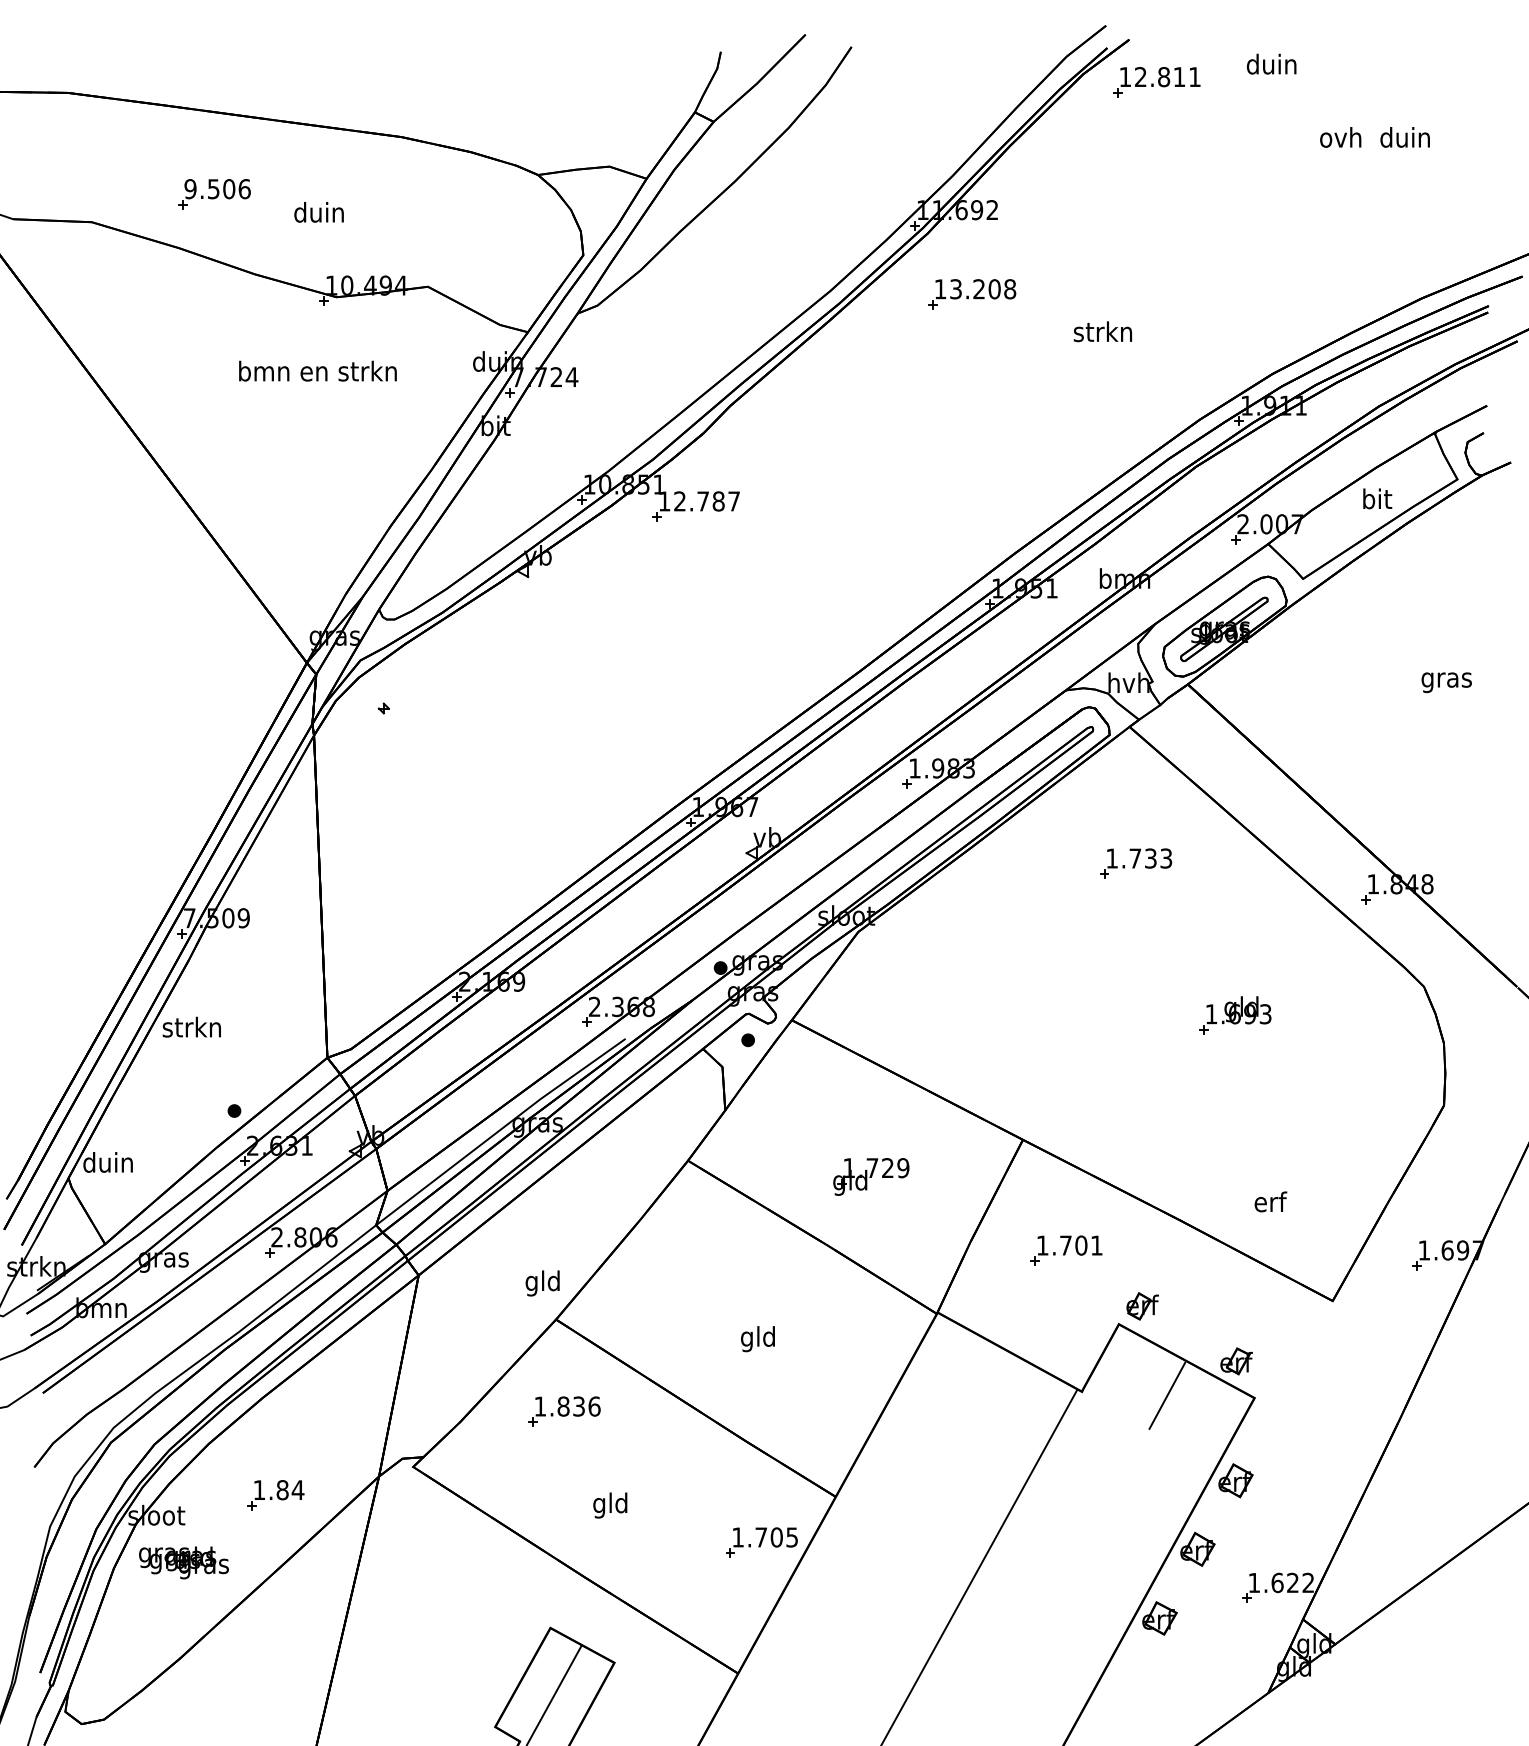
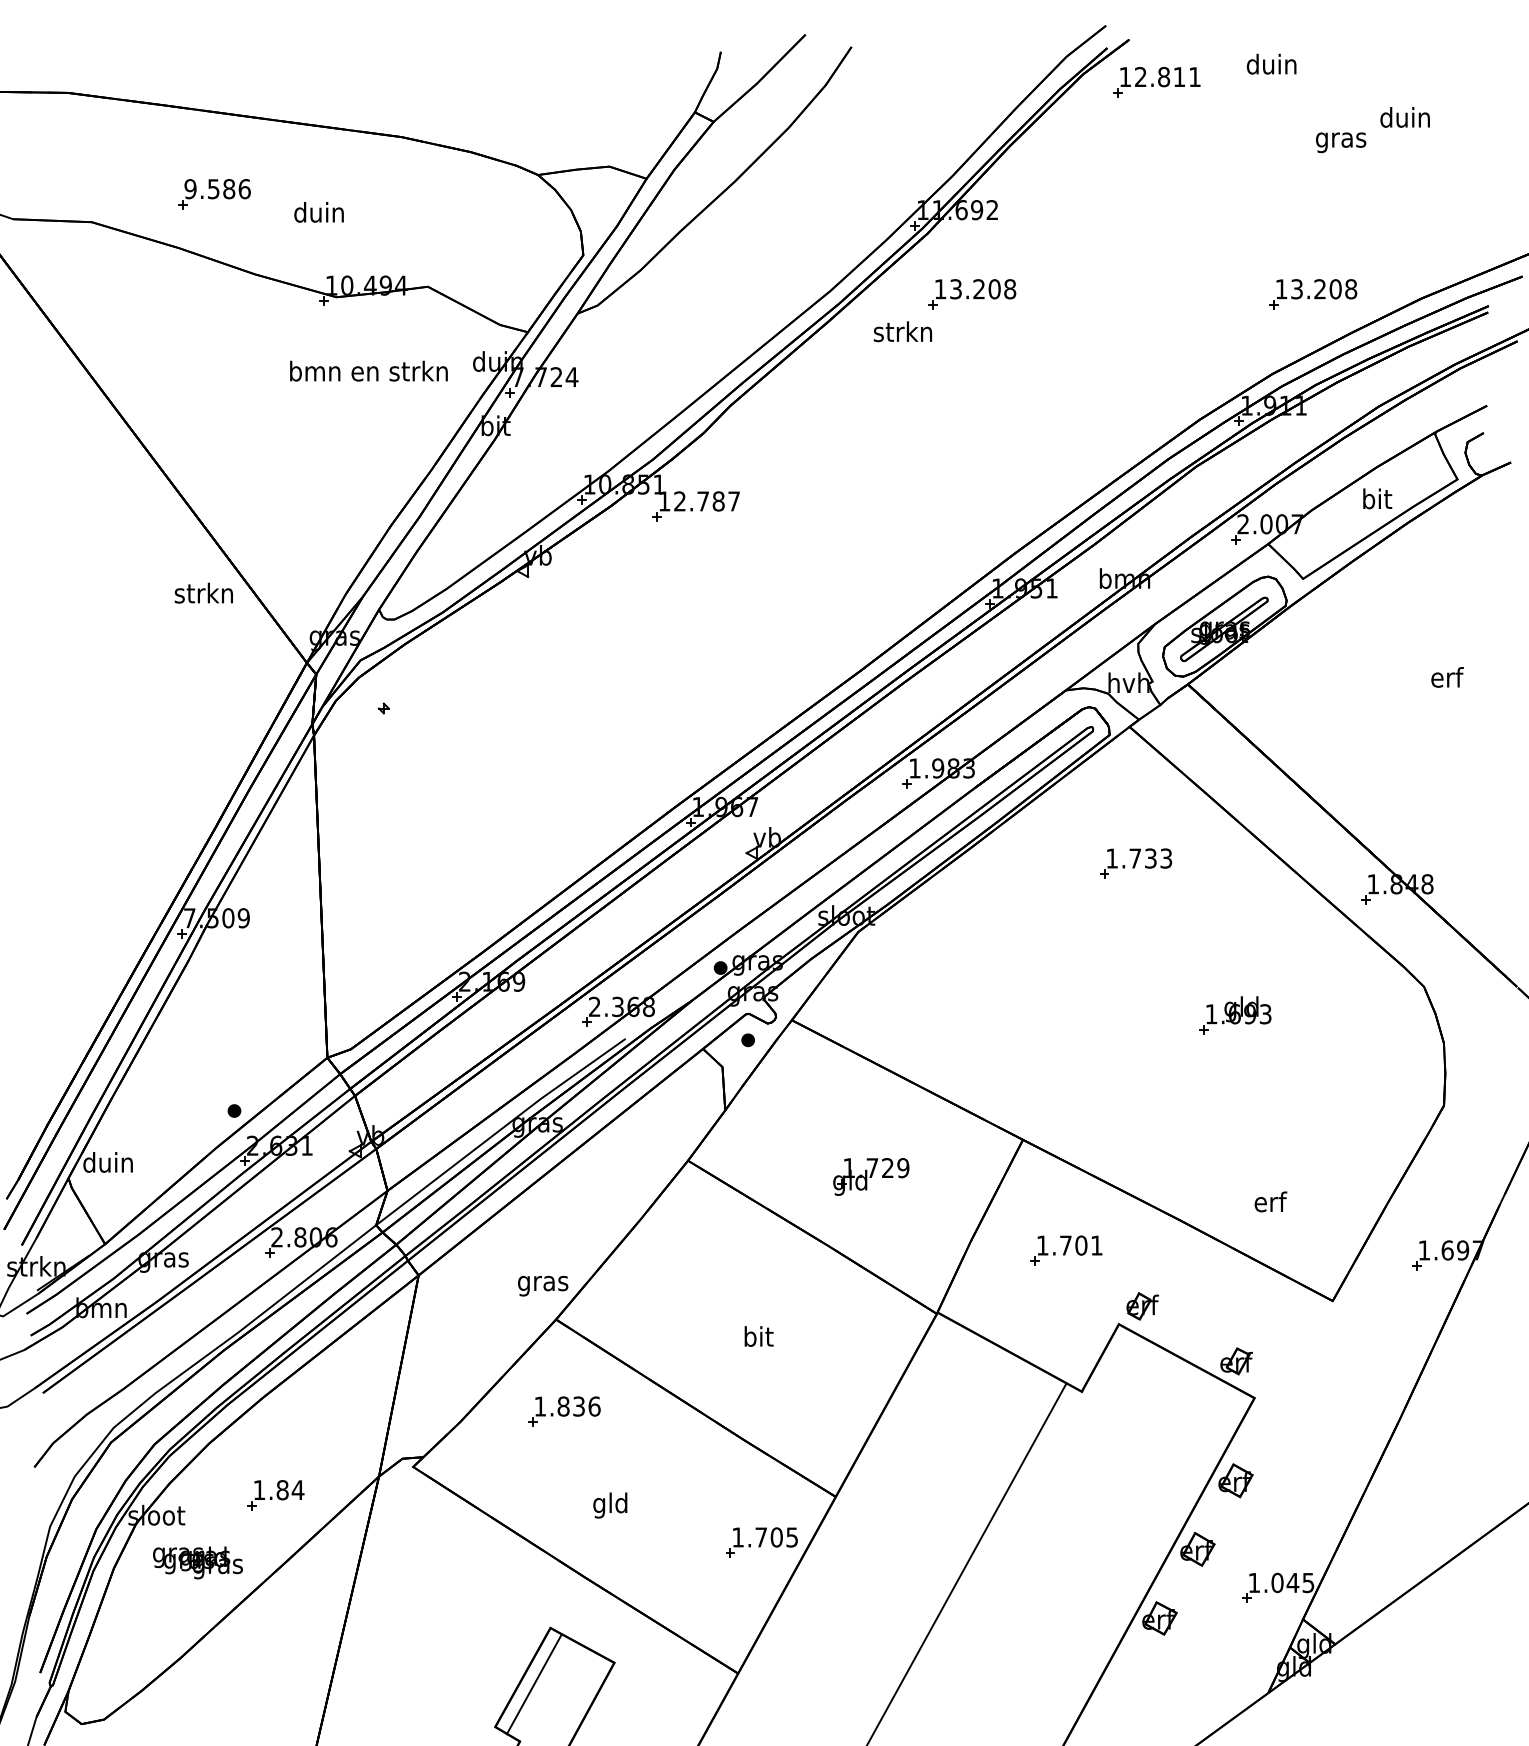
text at (1404, 137) position: (1404, 137) -> (1404, 117)
text at (1341, 140): ovh -> gras
text at (229, 188): 9.506 -> 9.586
part at (1313, 294): none -> present
text at (1102, 331) position: (1102, 331) -> (902, 331)
text at (317, 370) position: (317, 370) -> (368, 370)
text at (1446, 680): gras -> erf
text at (191, 1026) position: (191, 1026) -> (203, 592)
text at (543, 1283): gld -> gras
text at (757, 1339): gld -> bit
line at (1167, 1395): present -> none
text at (183, 1562) position: (183, 1562) -> (197, 1562)
line at (980, 1566) position: (980, 1566) -> (967, 1563)
text at (1292, 1582): 1.622 -> 1.045
line at (554, 1694) position: (554, 1694) -> (533, 1684)
